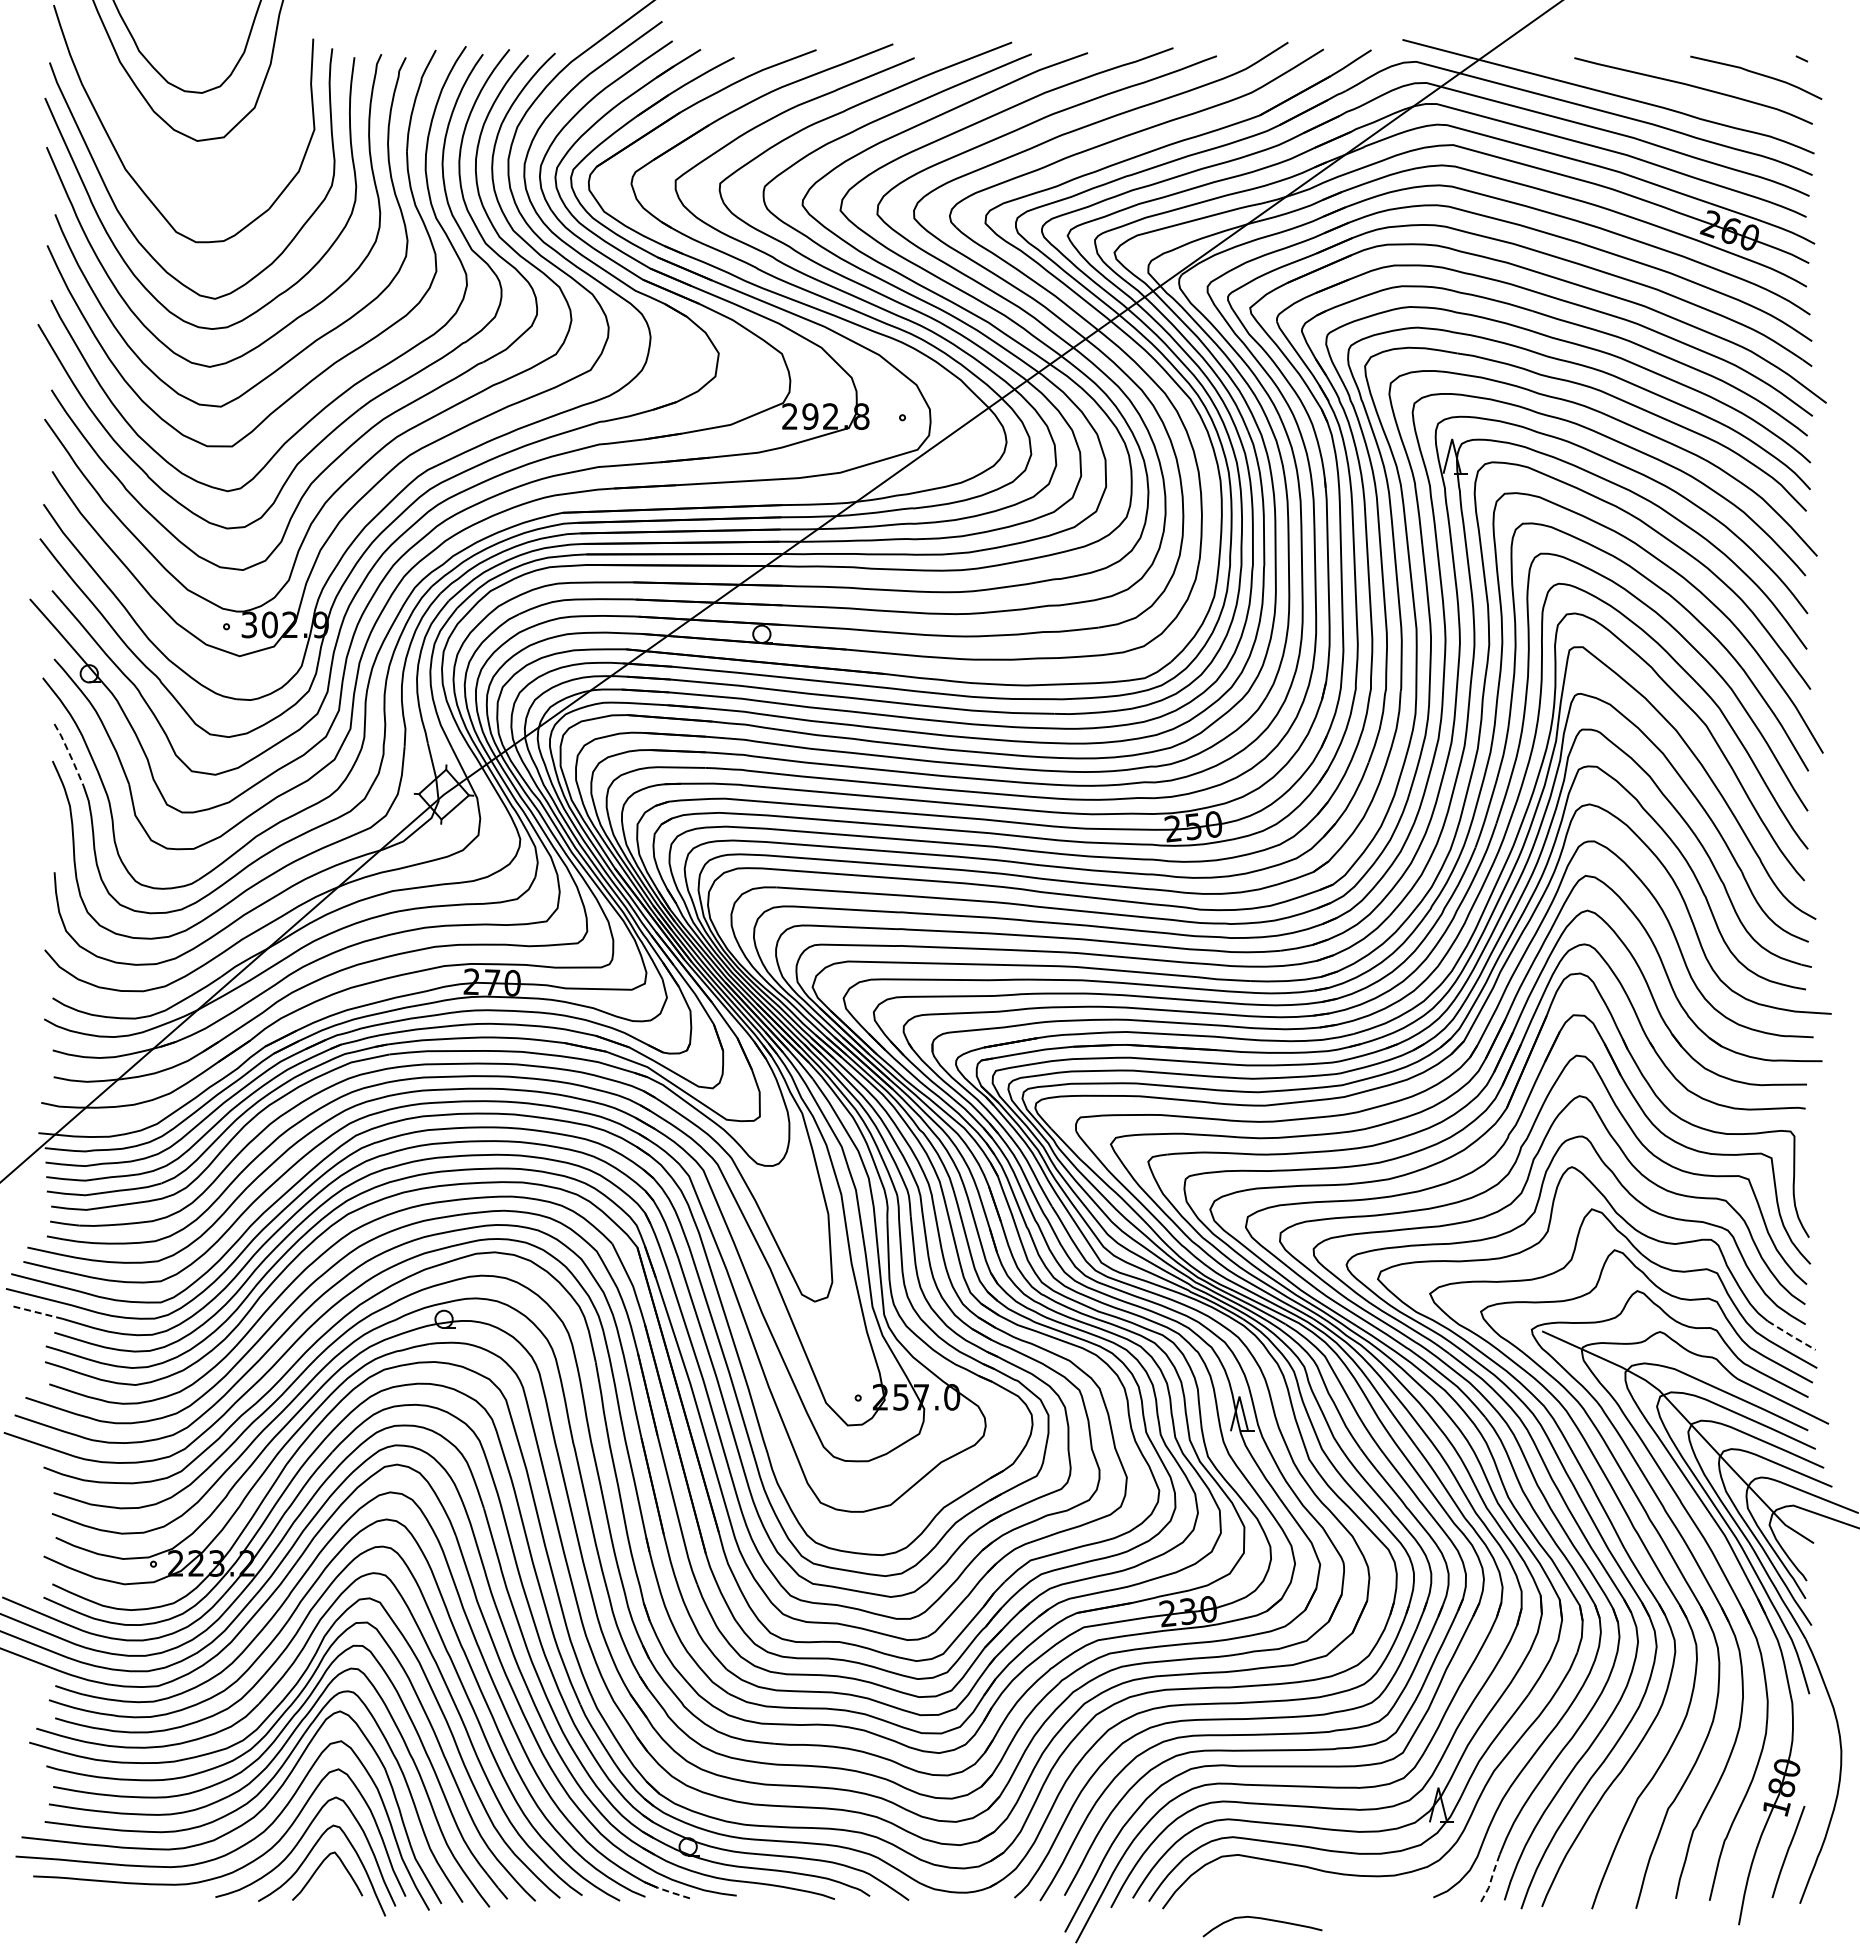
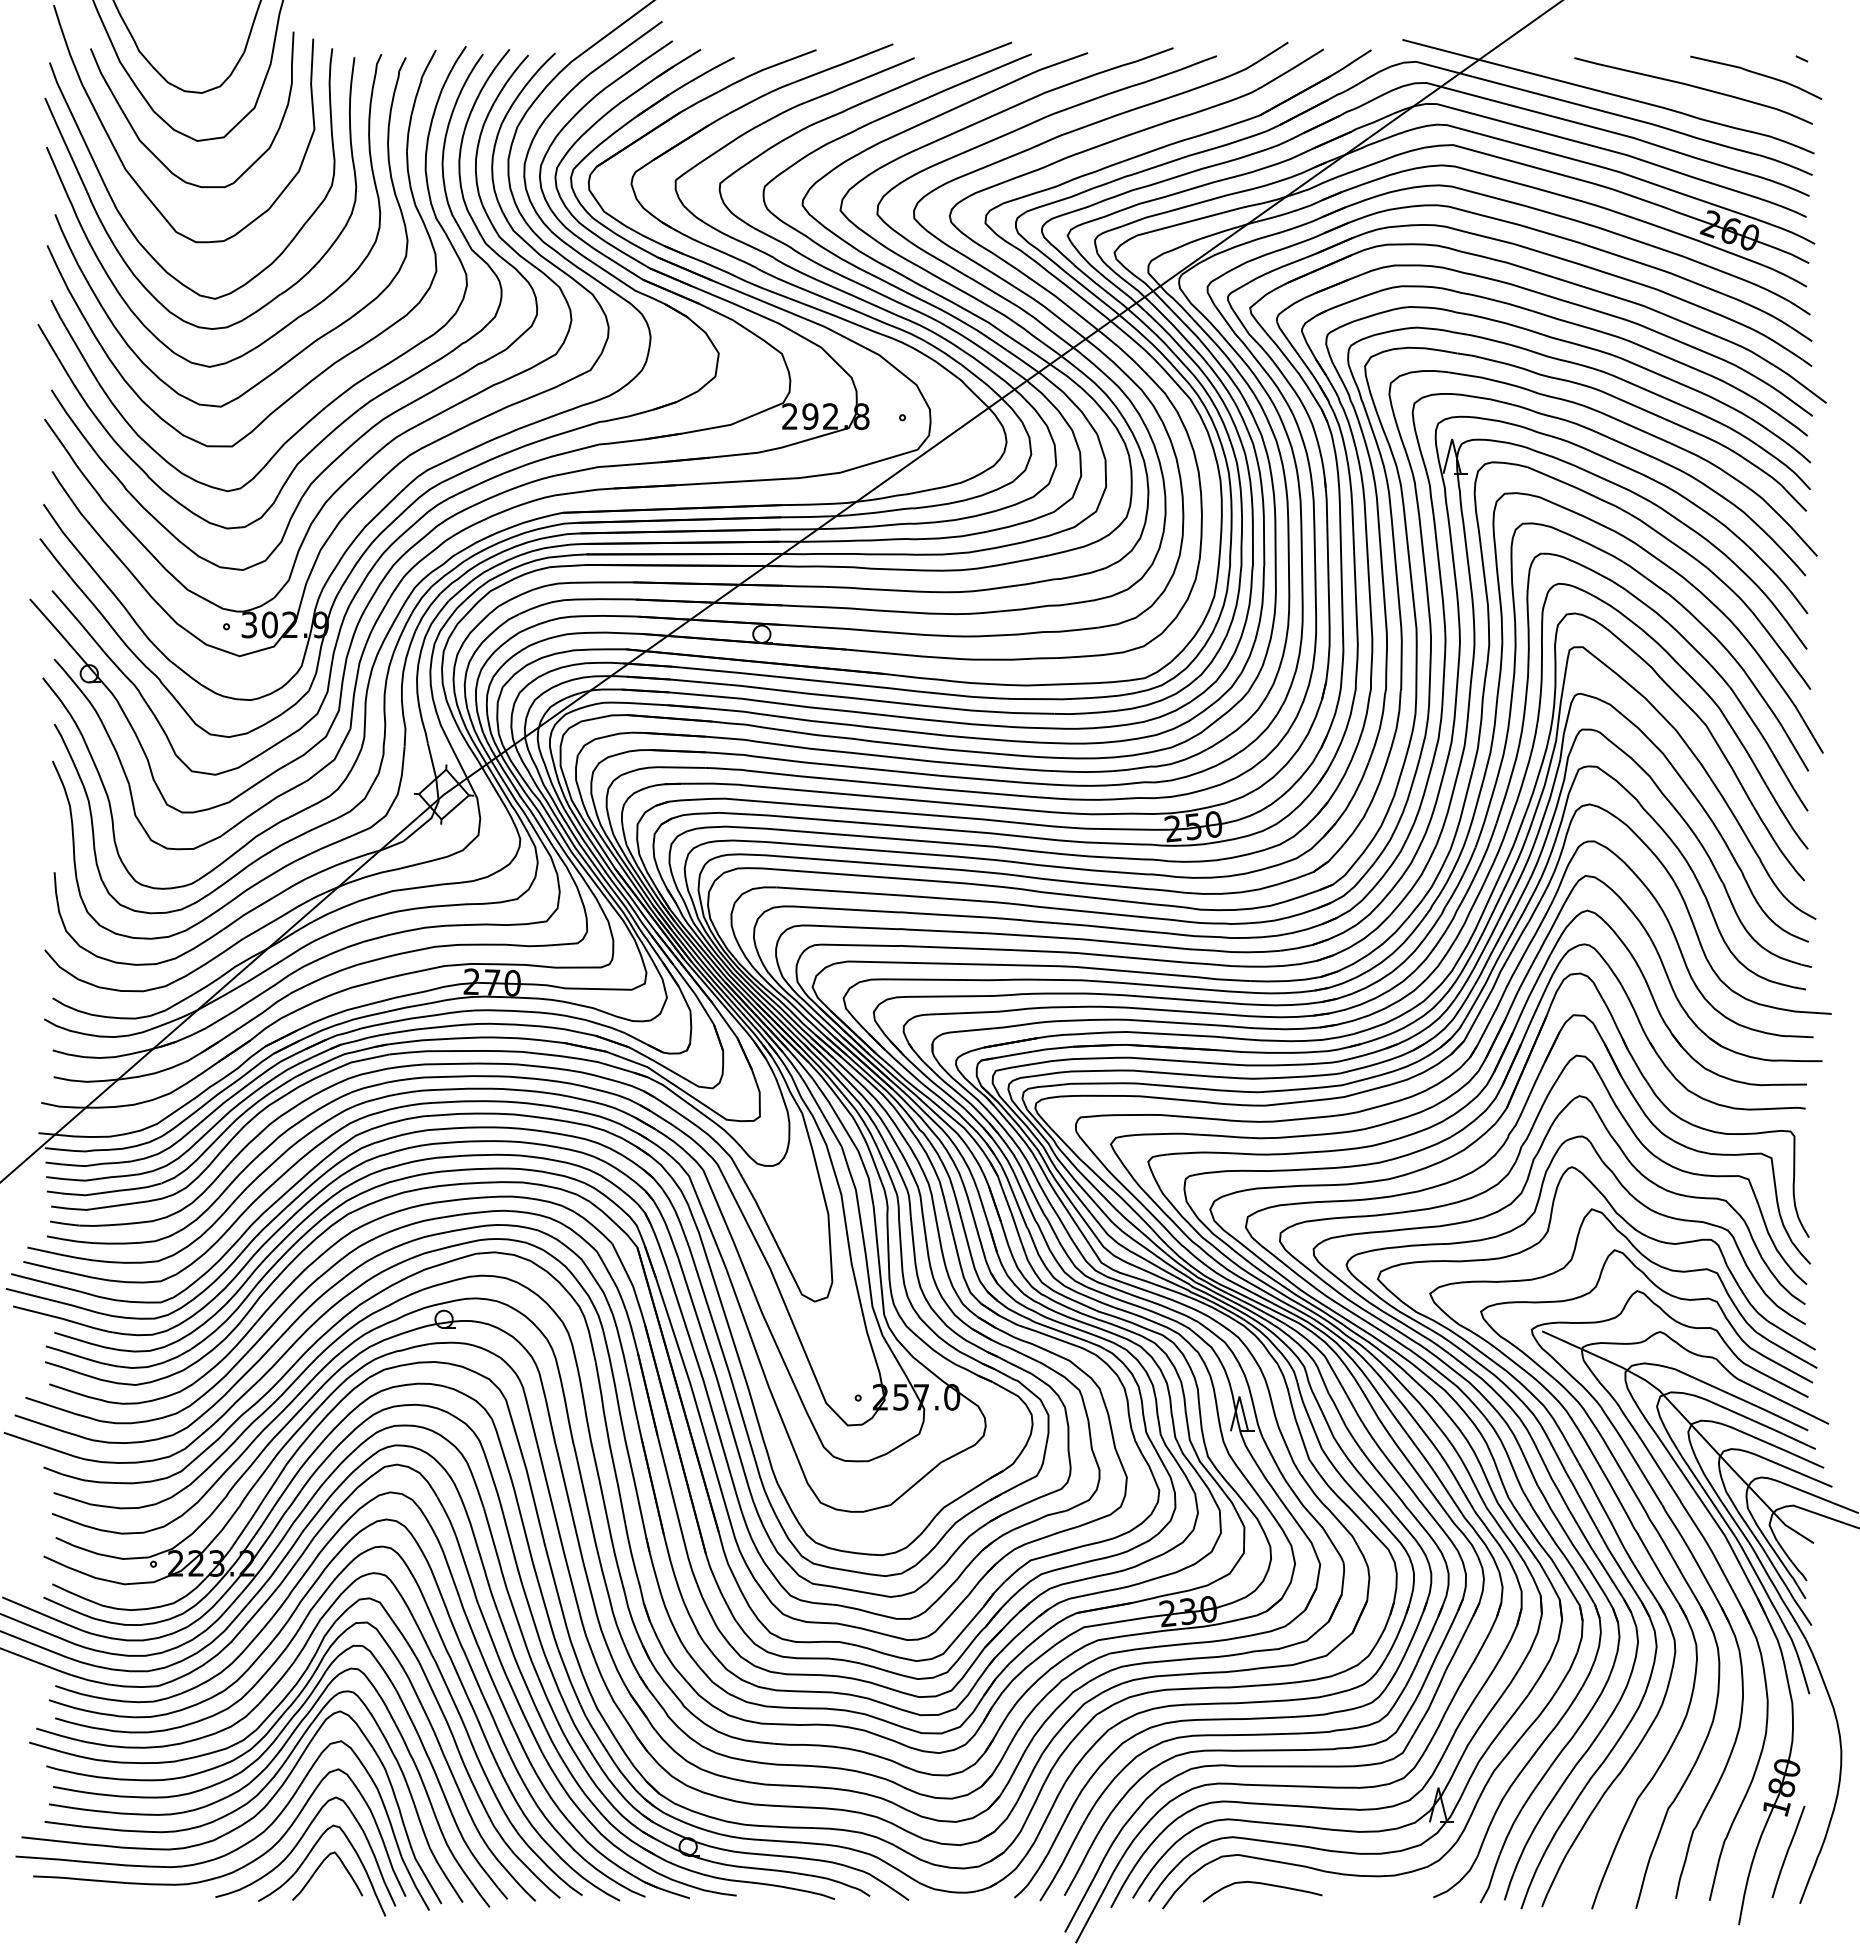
curve at (151, 150): none -> present
line at (69, 754): dashed -> solid
line at (38, 1312): dashed -> solid
line at (1791, 1335): dashed -> solid
line at (1491, 1879): dashed -> solid
line at (672, 1892): dashed -> solid
curve at (1262, 1919) position: (1262, 1919) -> (1262, 1884)
